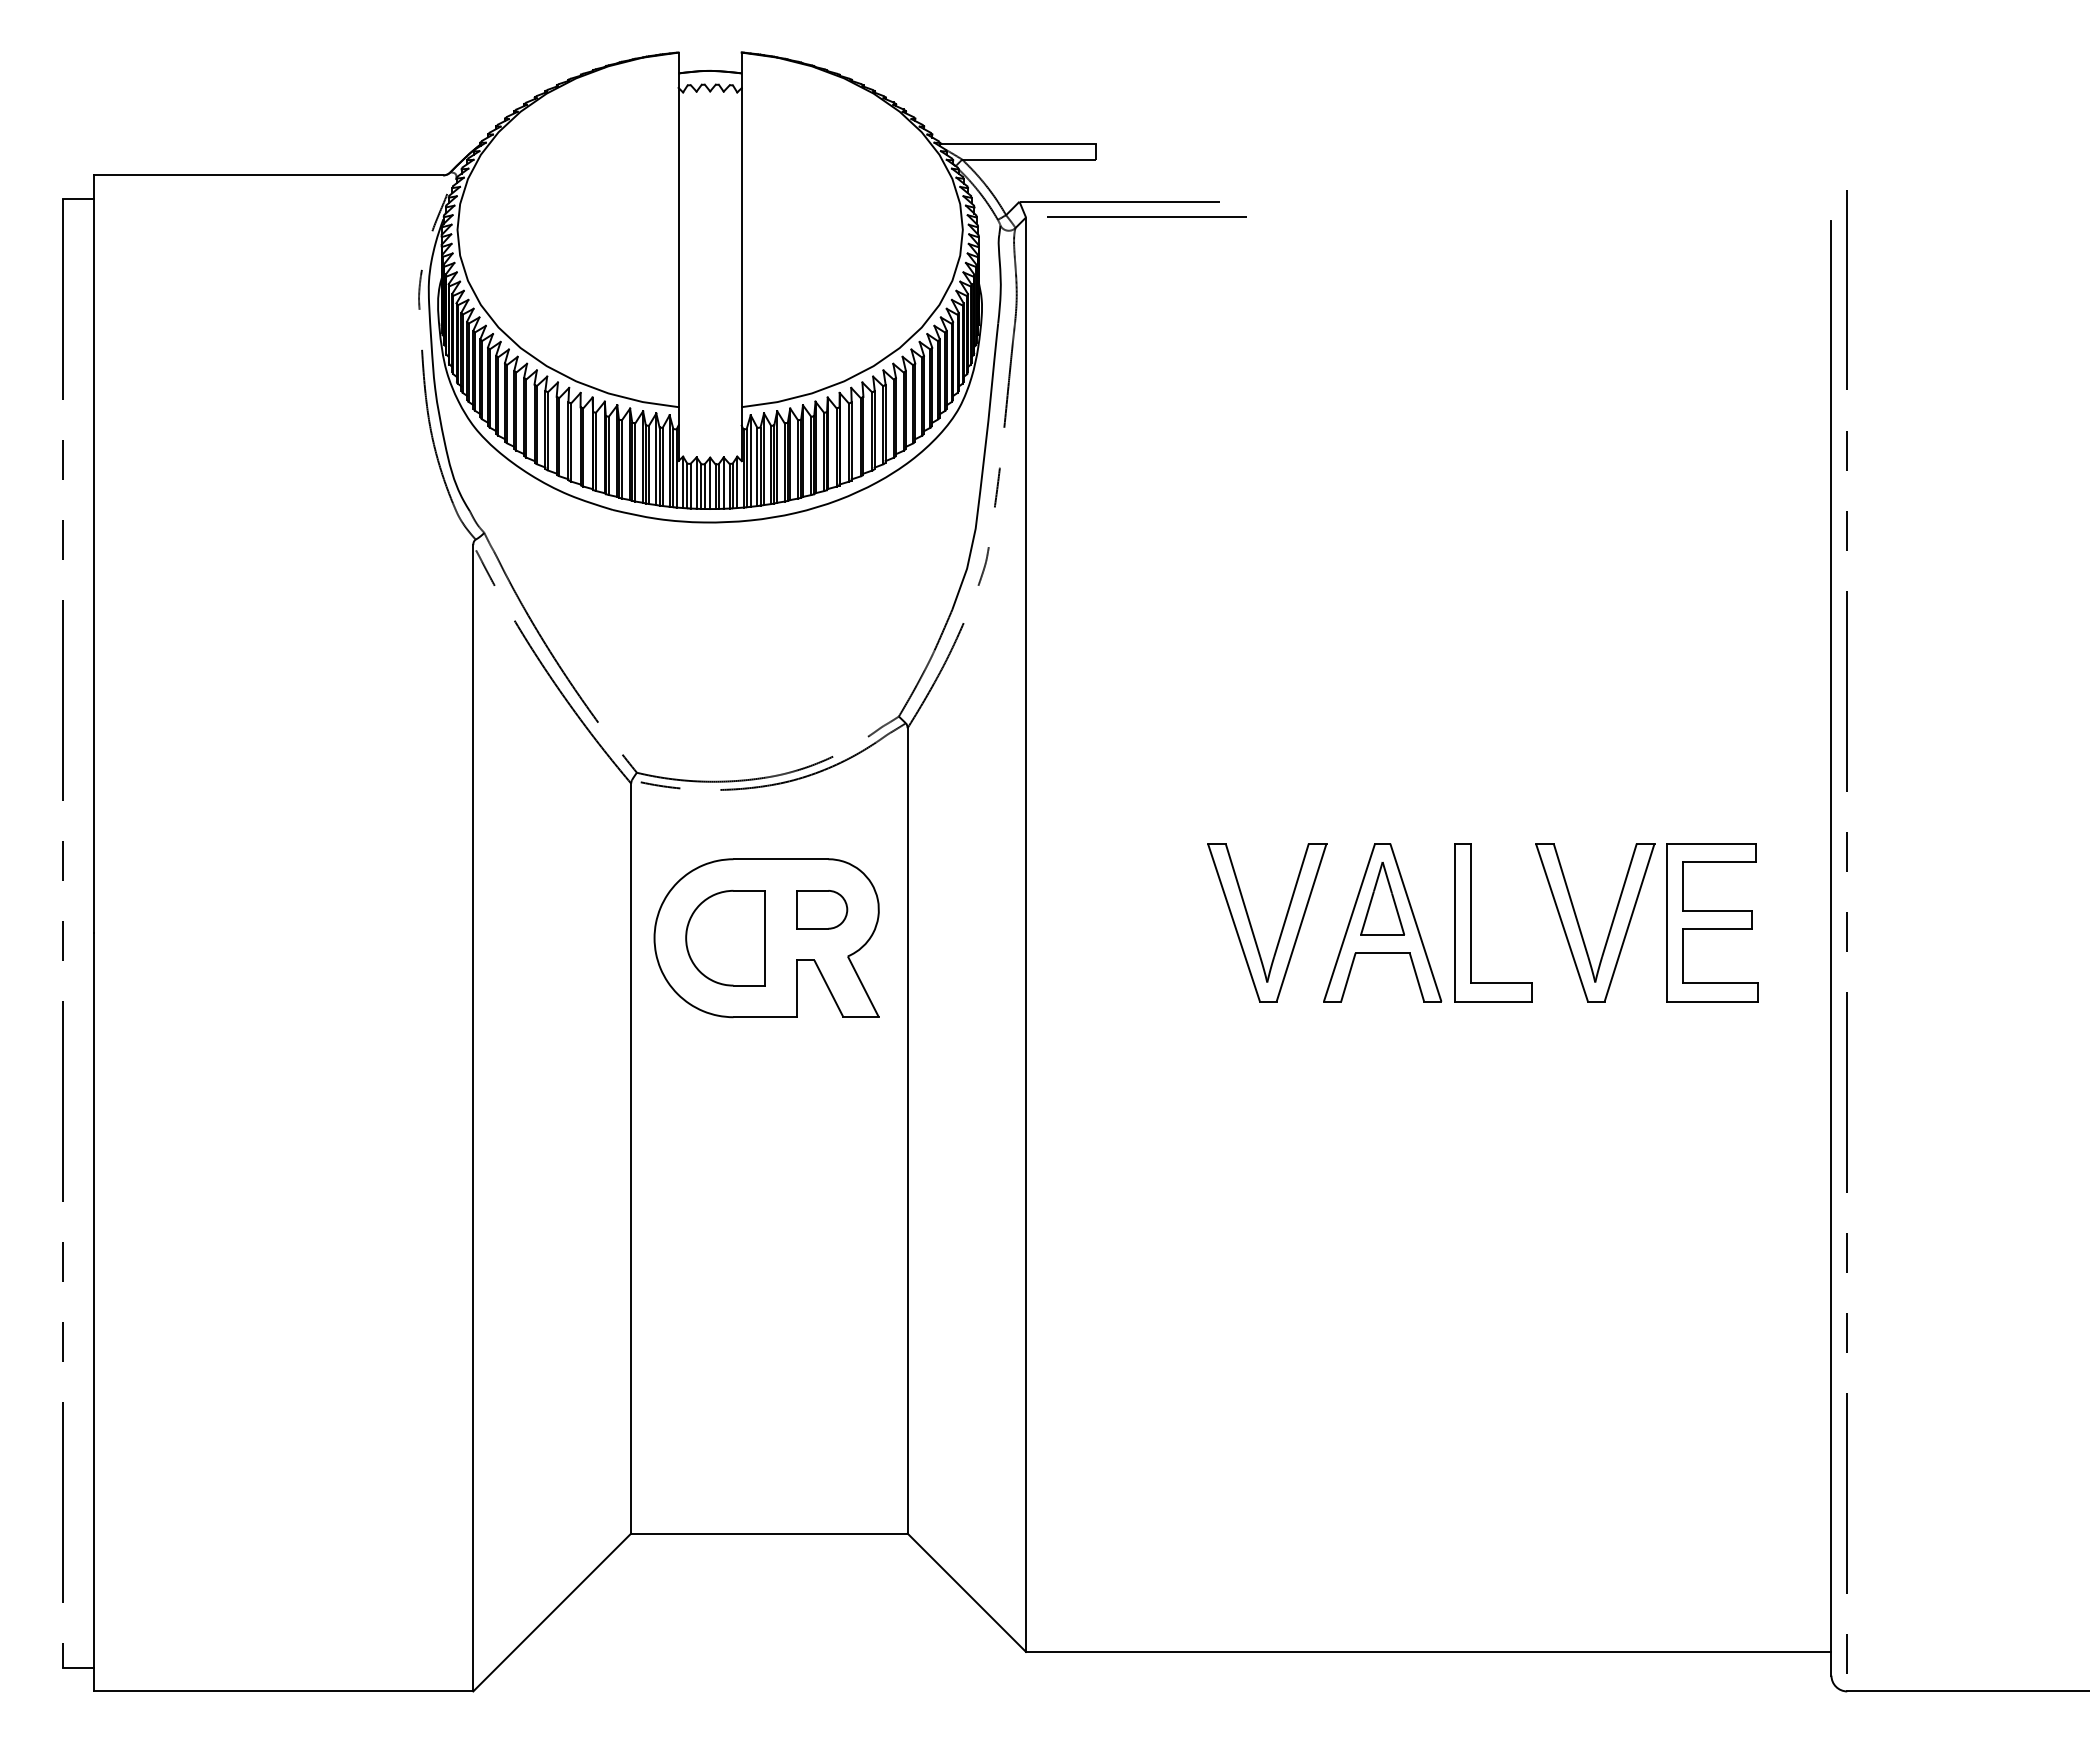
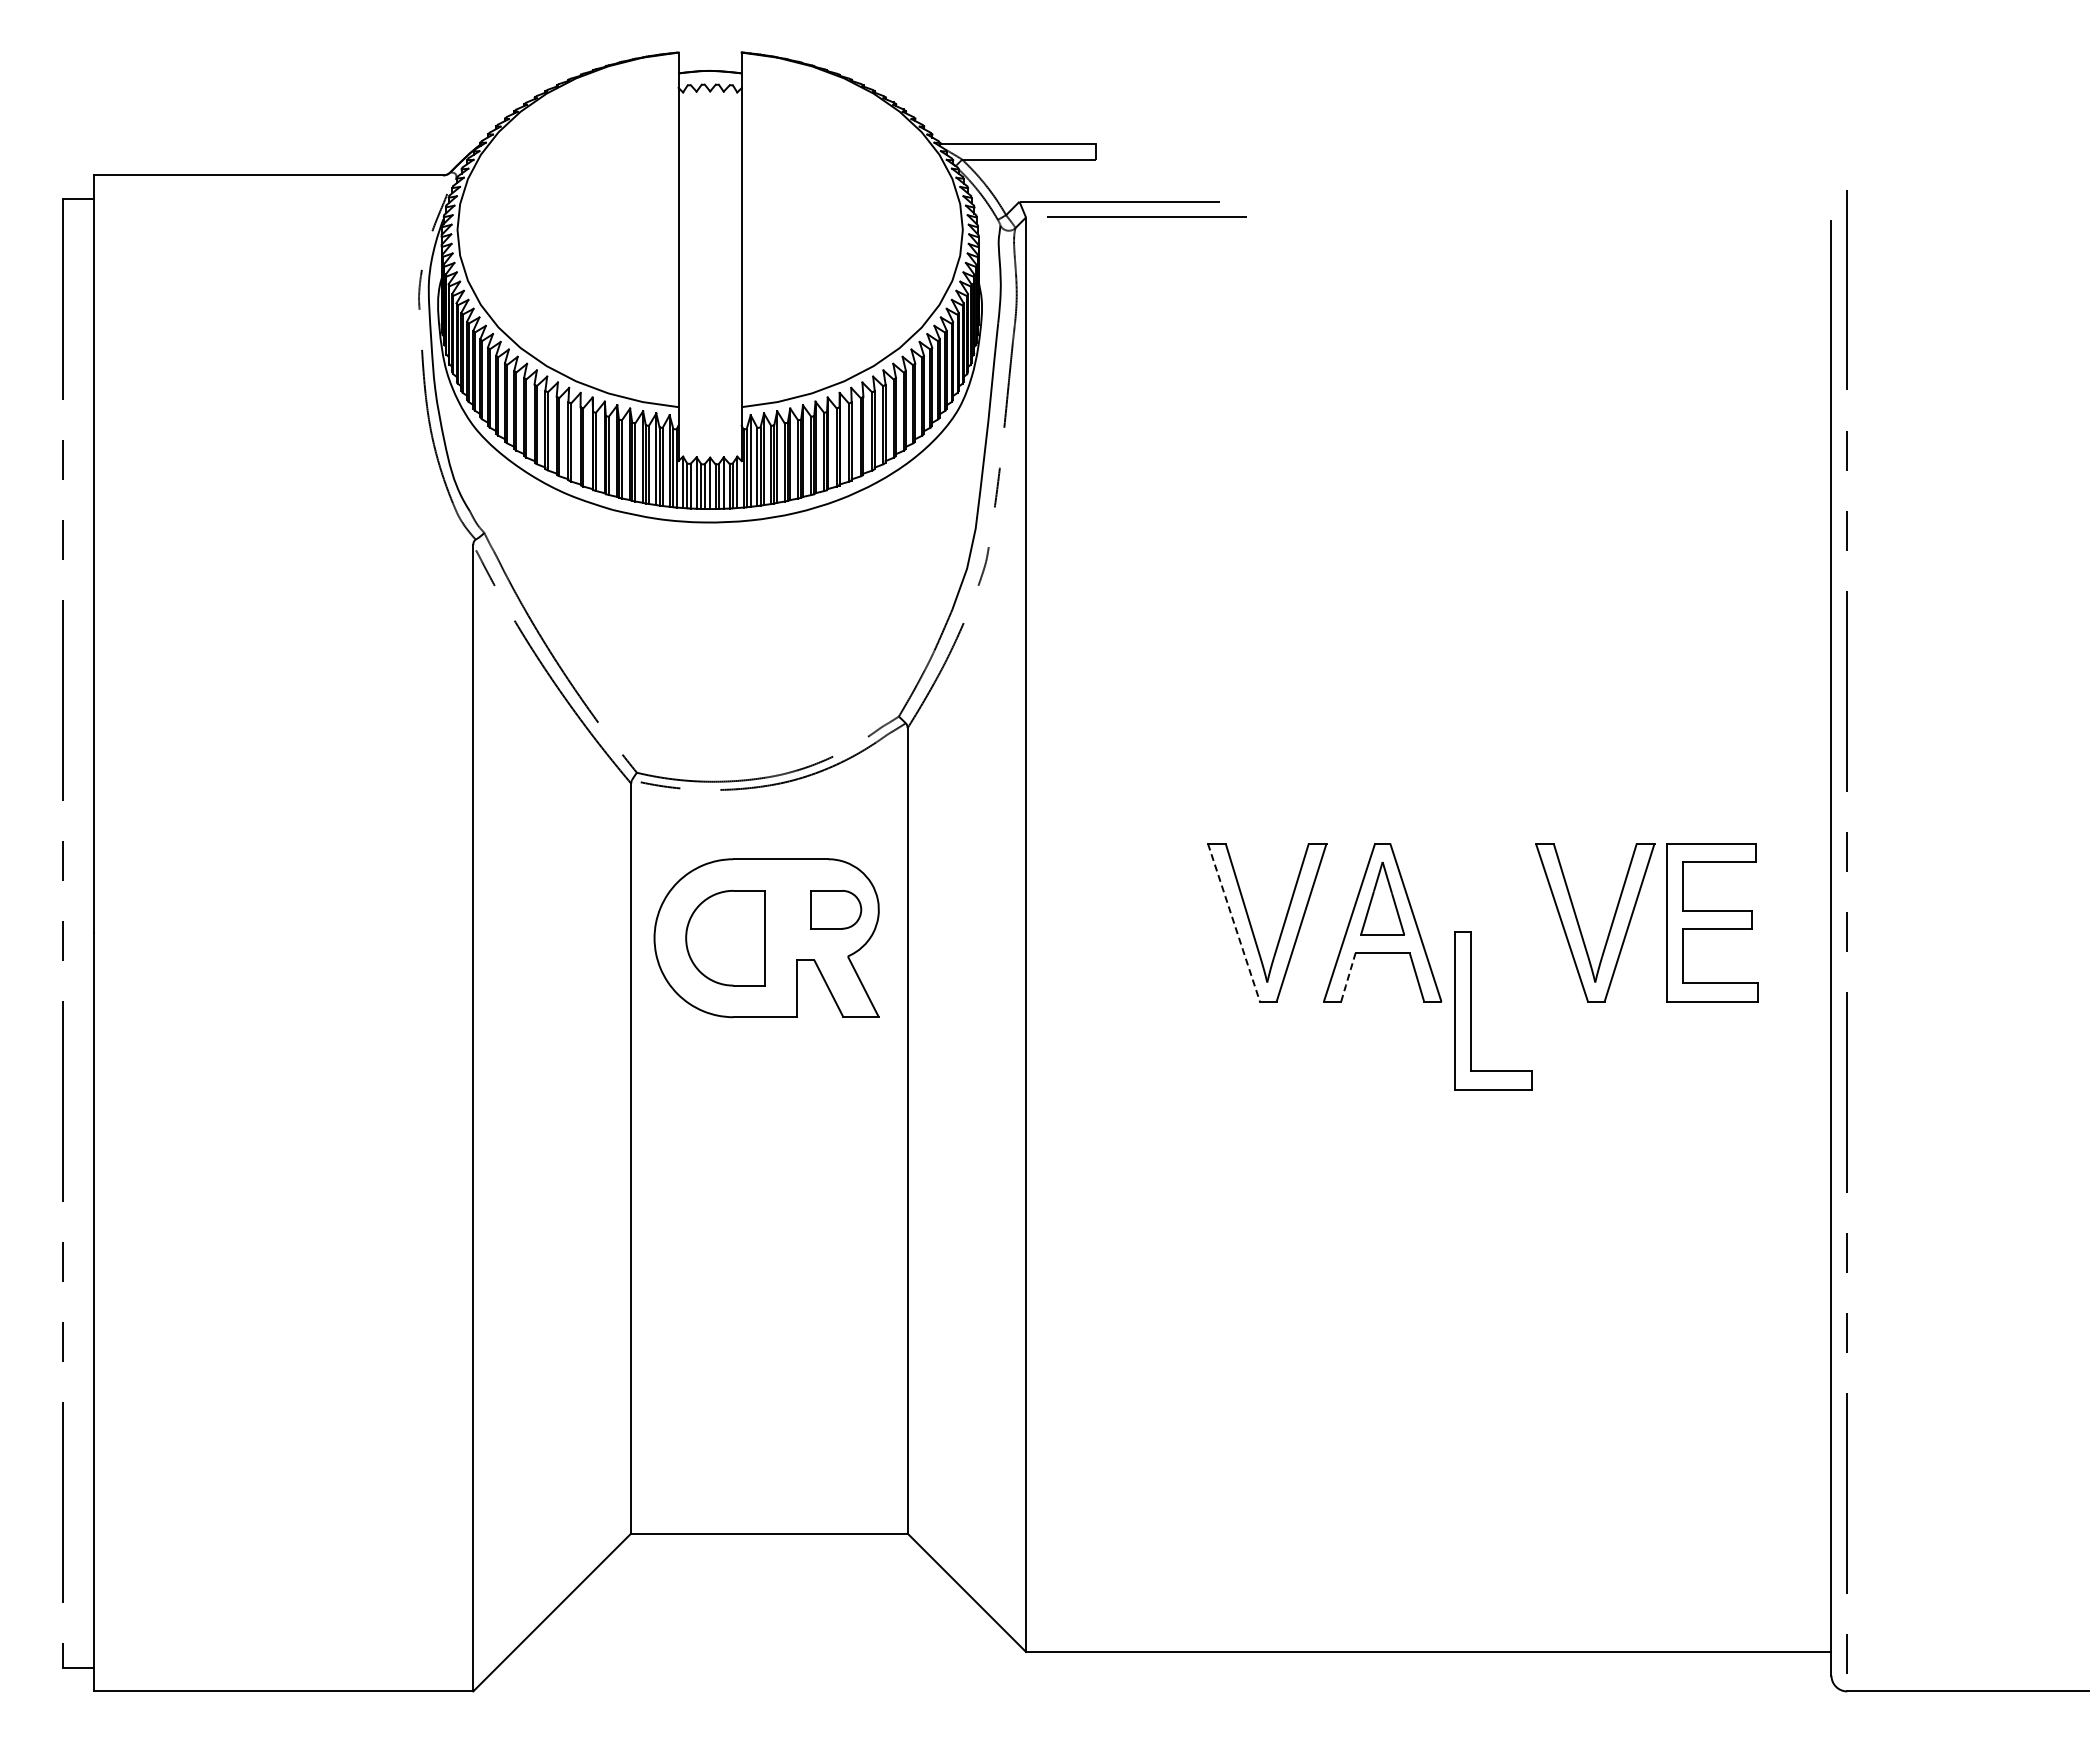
part at (822, 909) position: (822, 909) -> (836, 909)
line at (1233, 922): solid -> dashed
part at (1471, 922) position: (1471, 922) -> (1471, 1010)
line at (1348, 976): solid -> dashed
